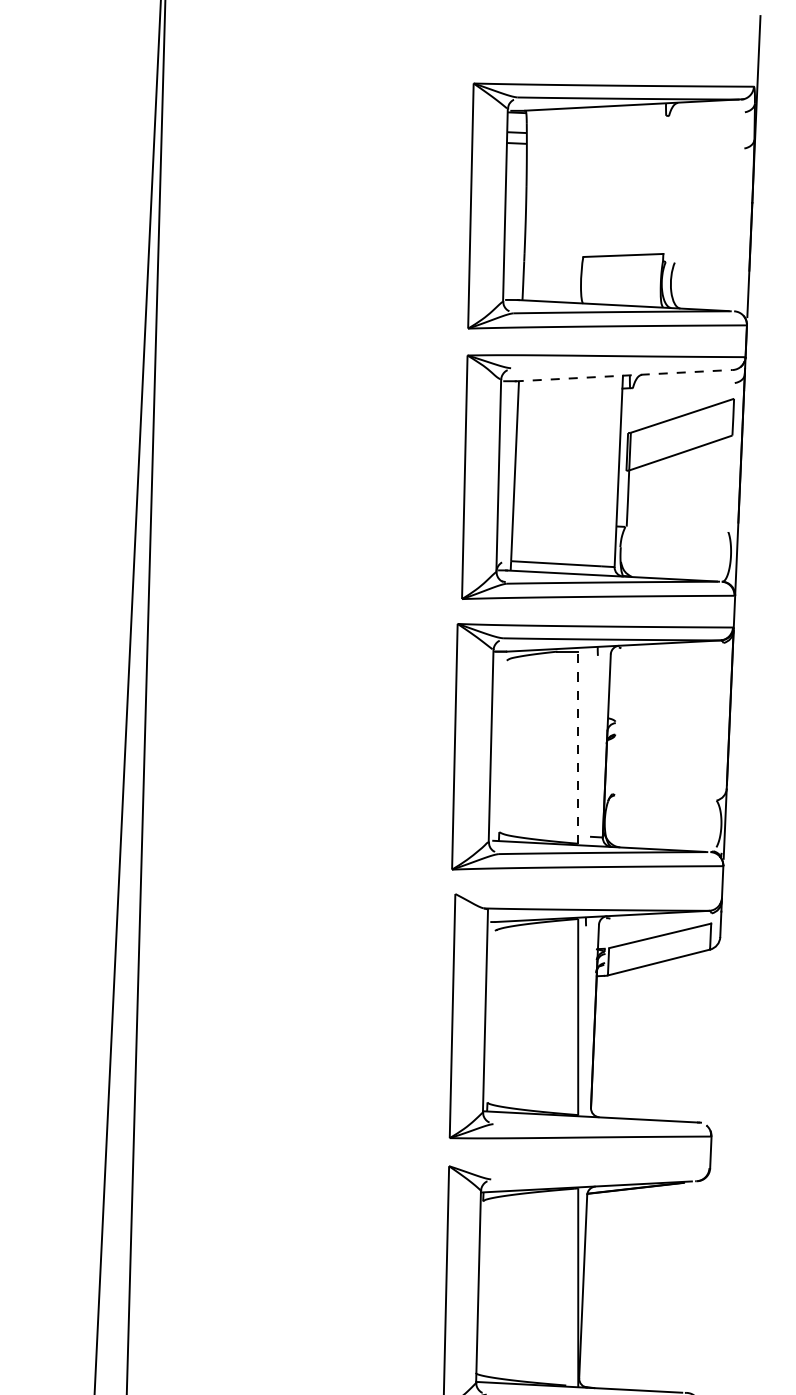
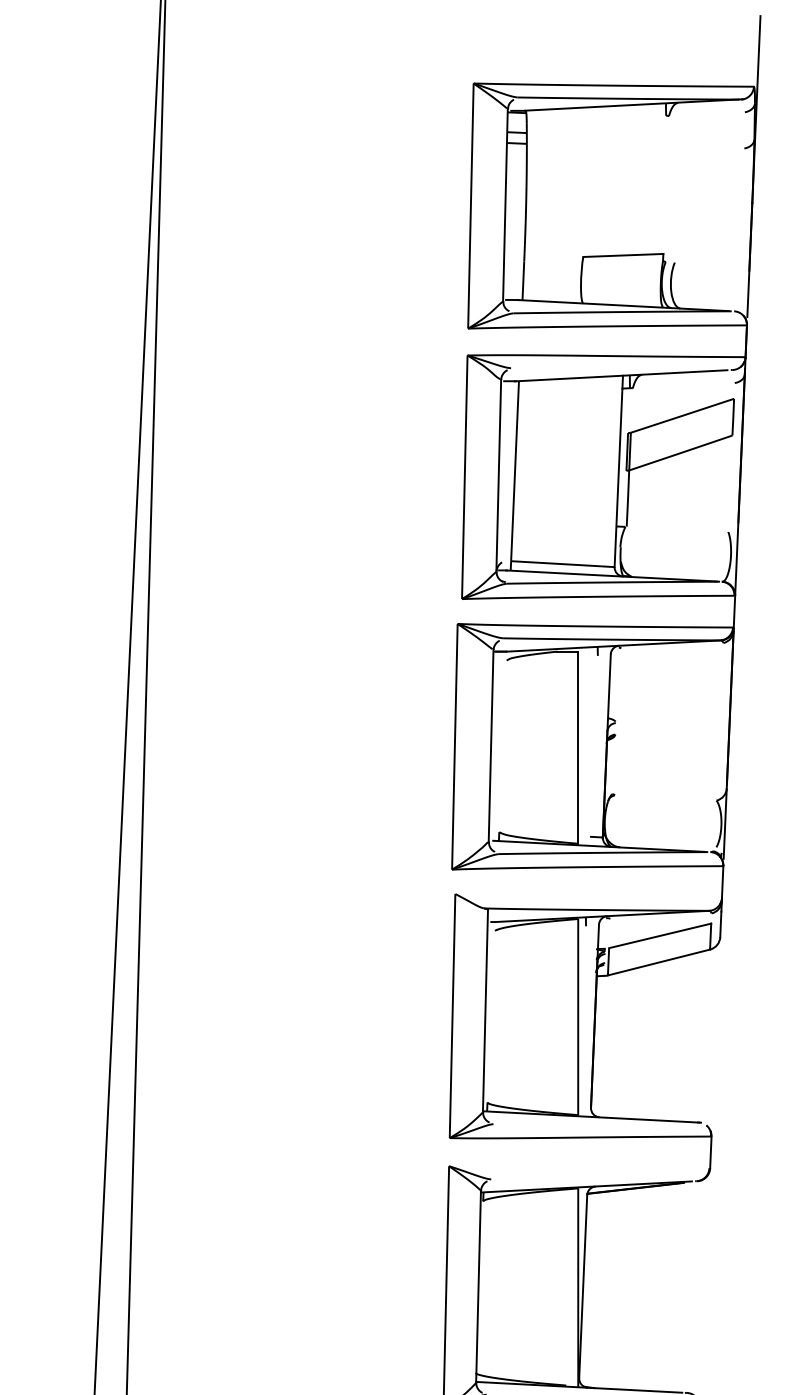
line at (621, 375): dashed -> solid
line at (578, 747): dashed -> solid
